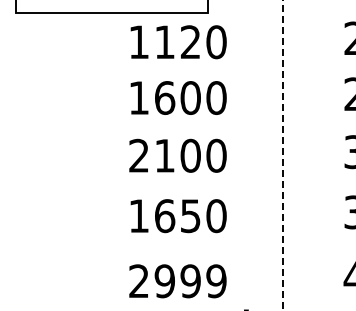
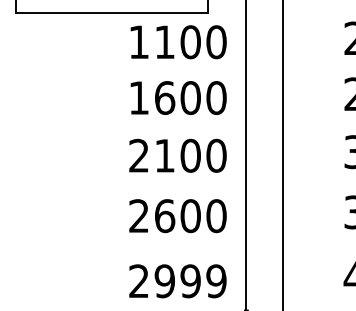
text at (190, 42): 1120 -> 1100
line at (246, 154): none -> present
line at (283, 155): dashed -> solid
text at (164, 216): 1650 -> 2600
